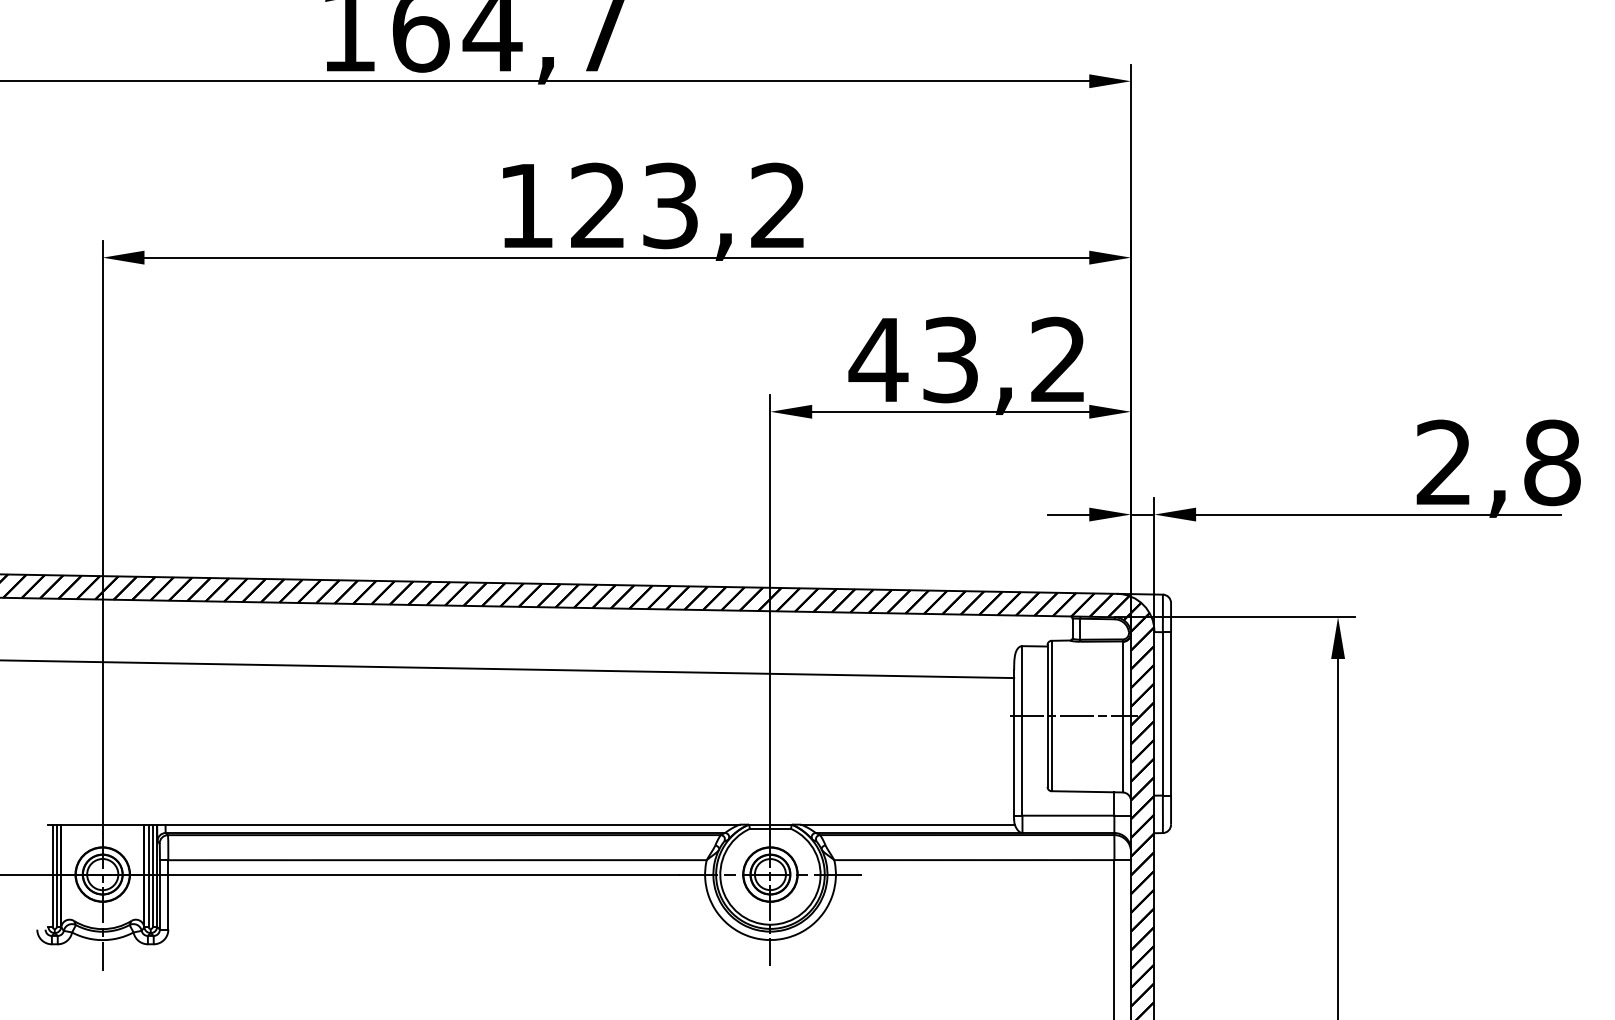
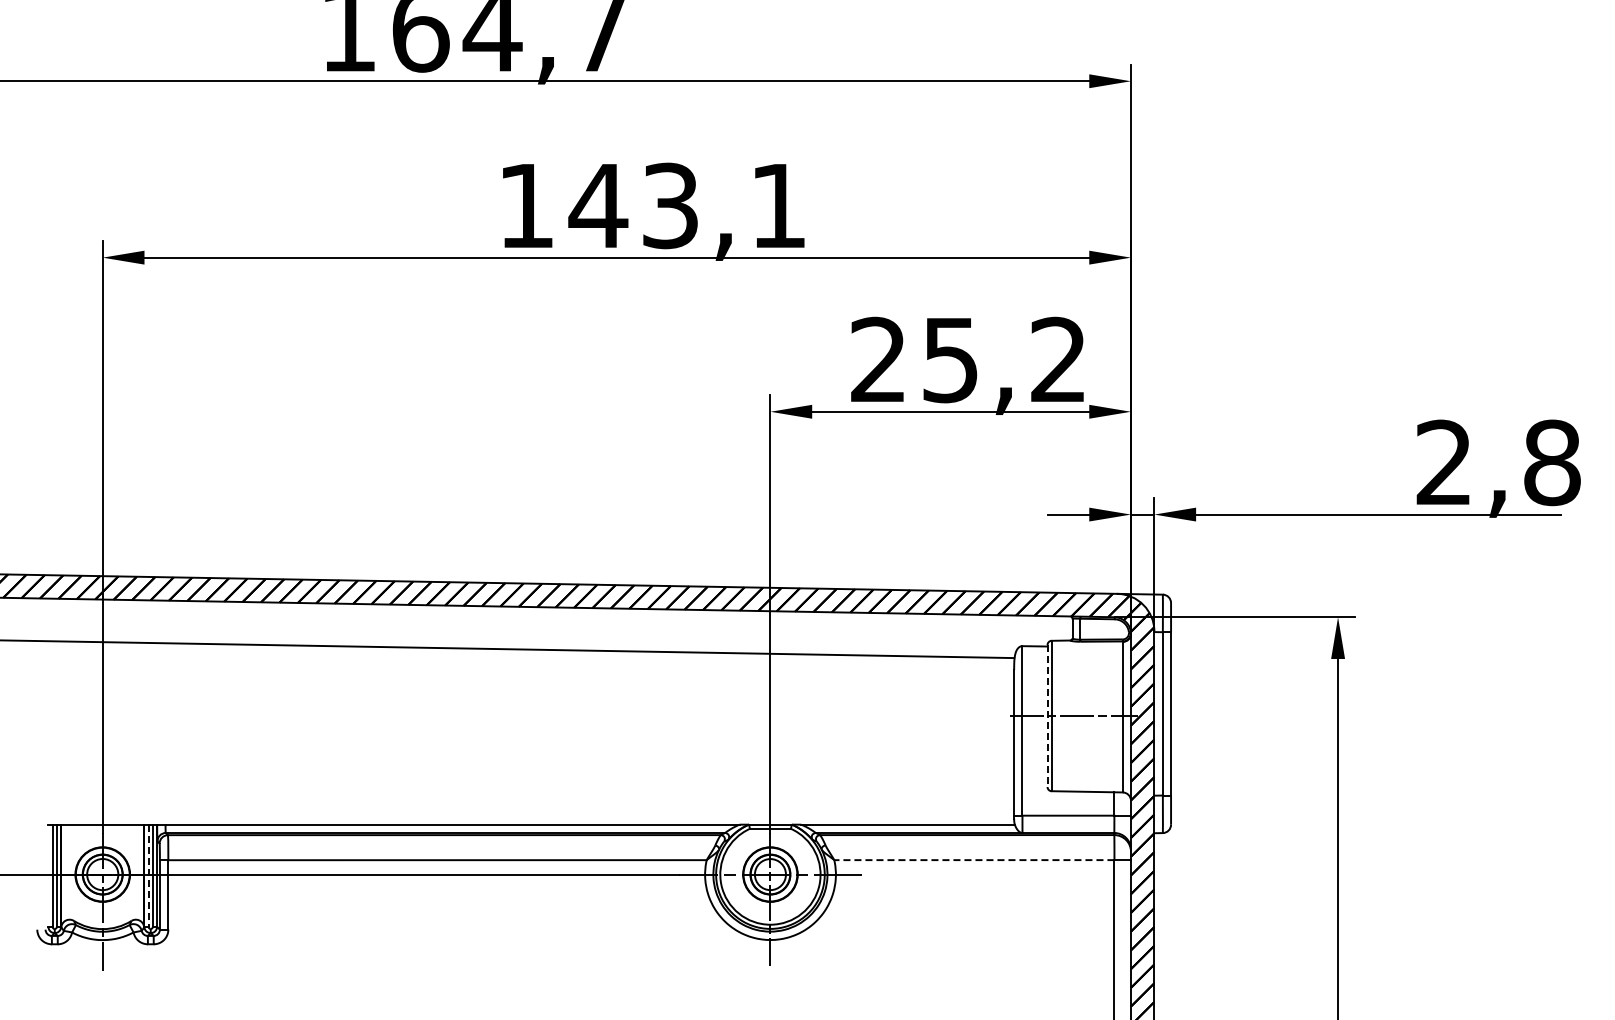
text at (686, 204): 123,2 -> 143,1
text at (912, 359): 43,2 -> 25,2
line at (508, 669) position: (508, 669) -> (508, 649)
line at (1047, 716): solid -> dashed
line at (973, 860): solid -> dashed
line at (148, 876): solid -> dashed
